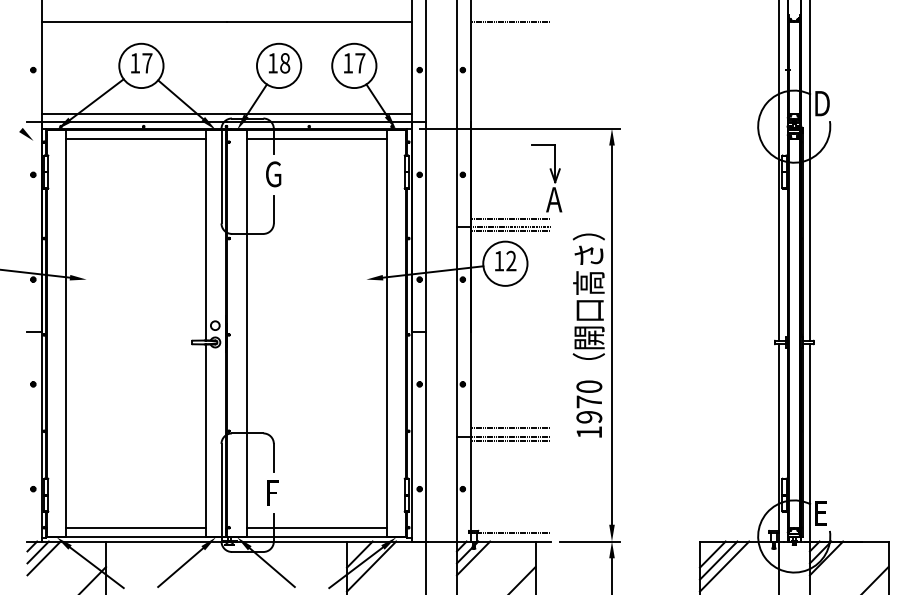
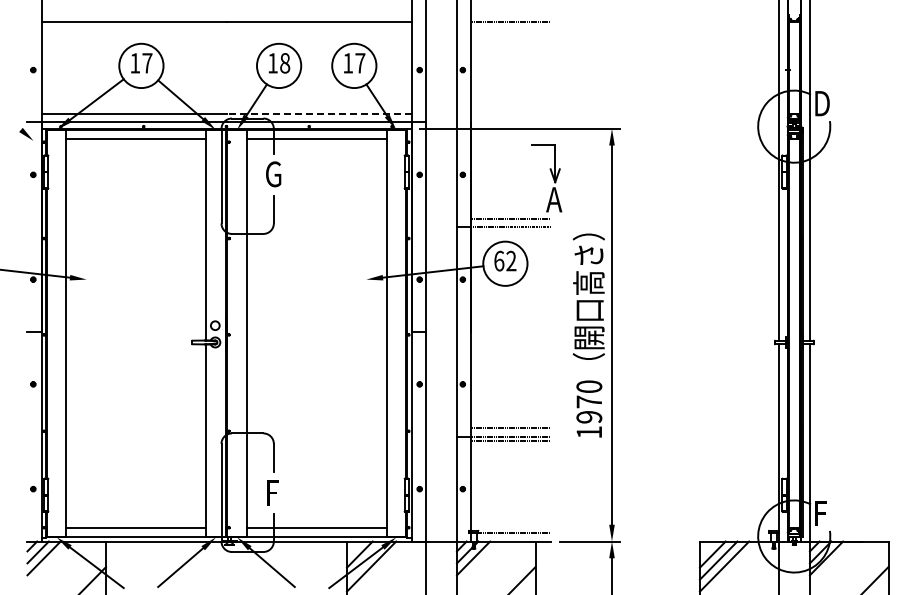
line at (319, 113): solid -> dashed
line at (511, 231): present -> none
text at (499, 260): 12 -> 62
text at (822, 518): E -> F
